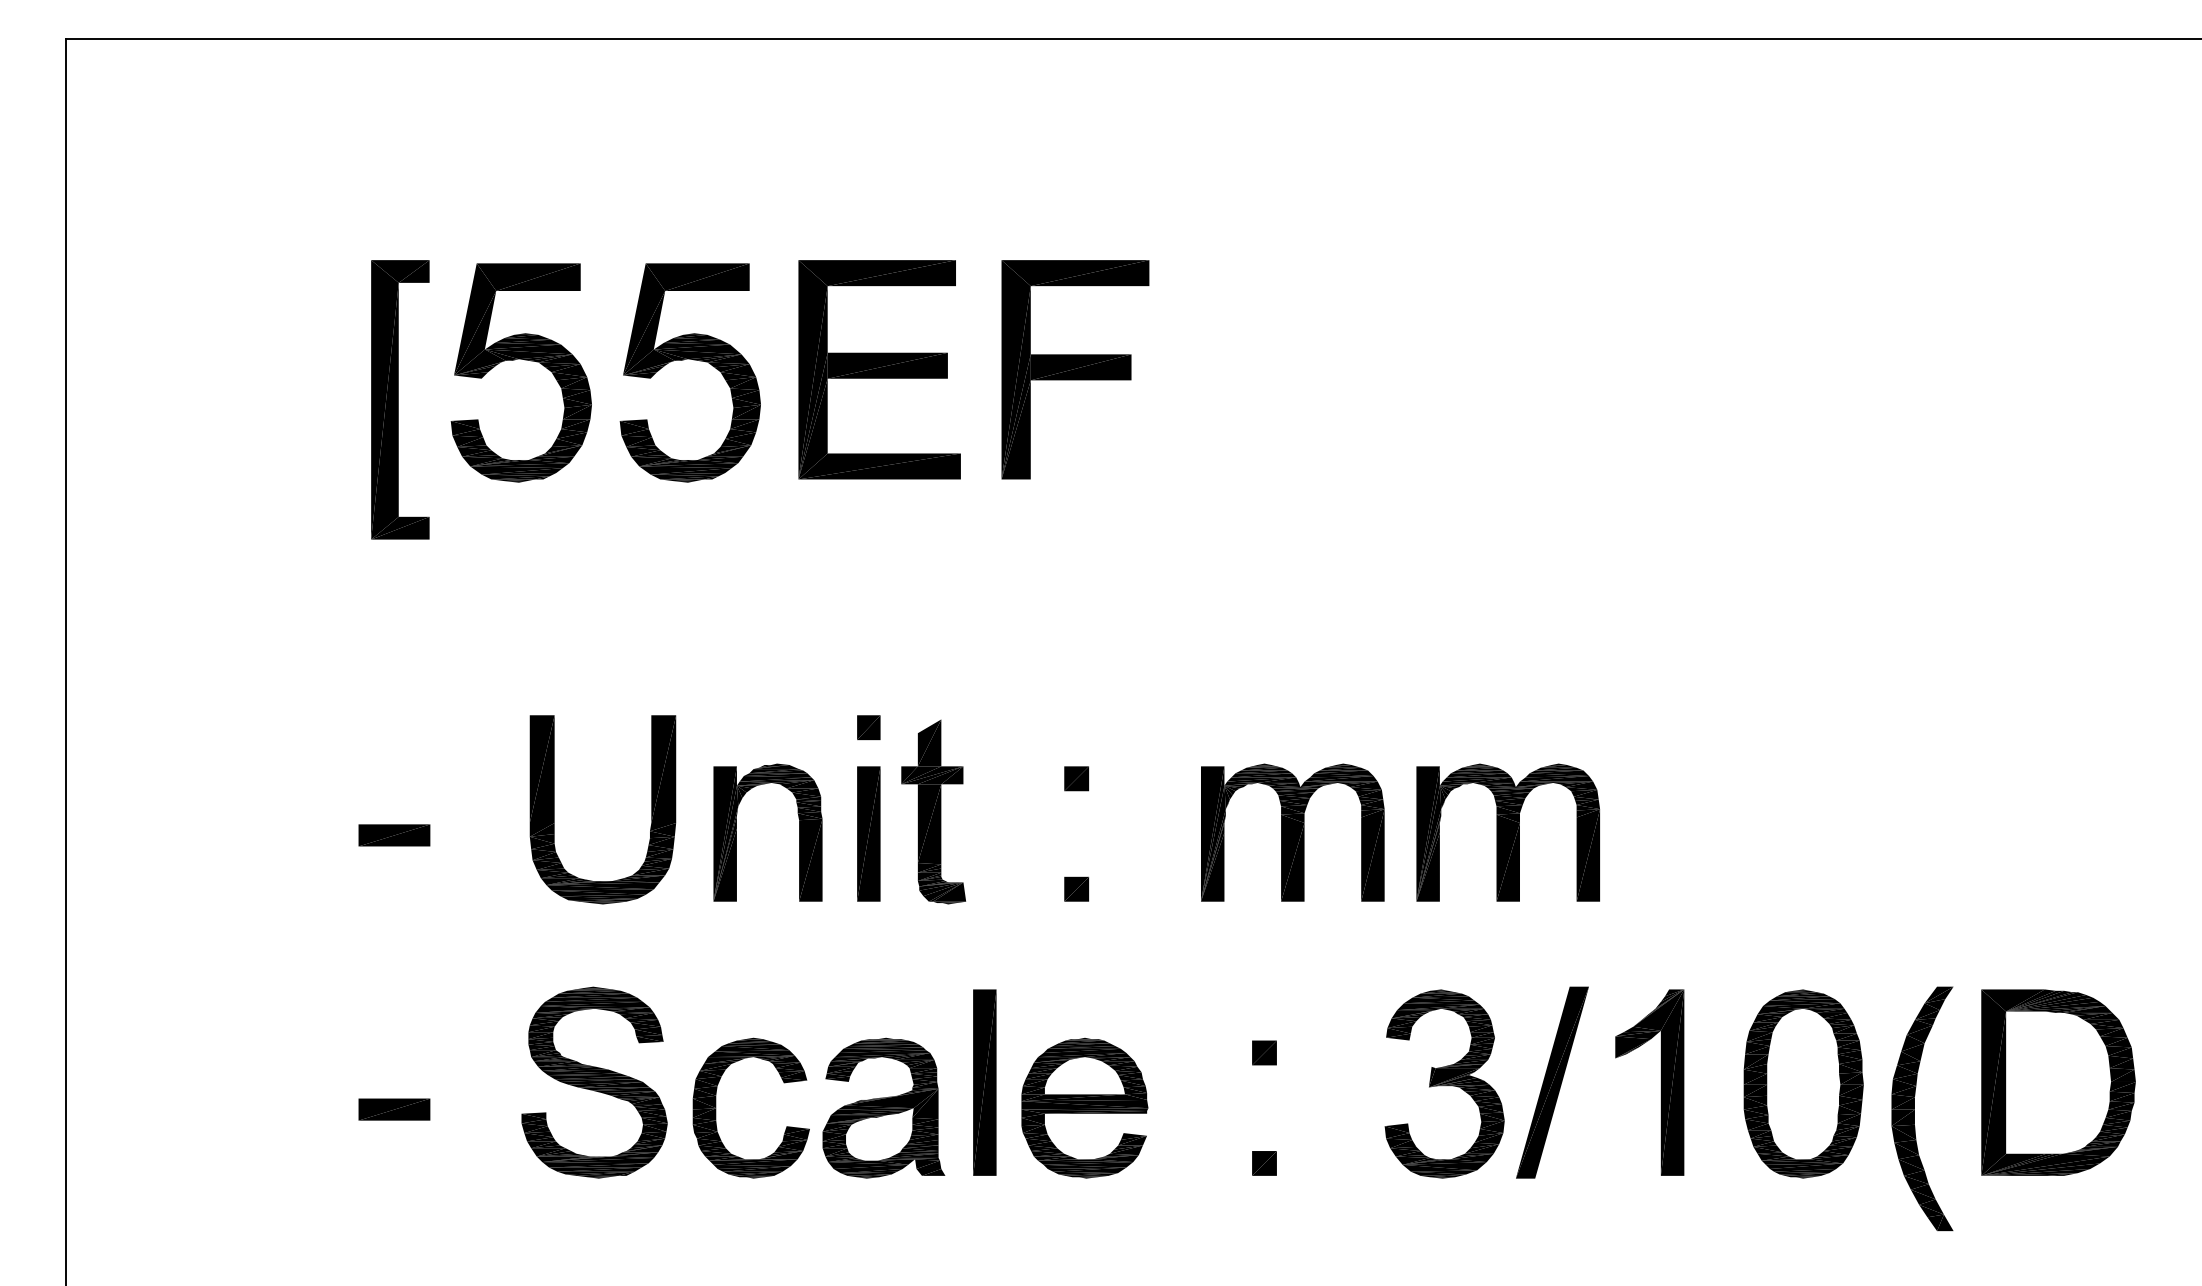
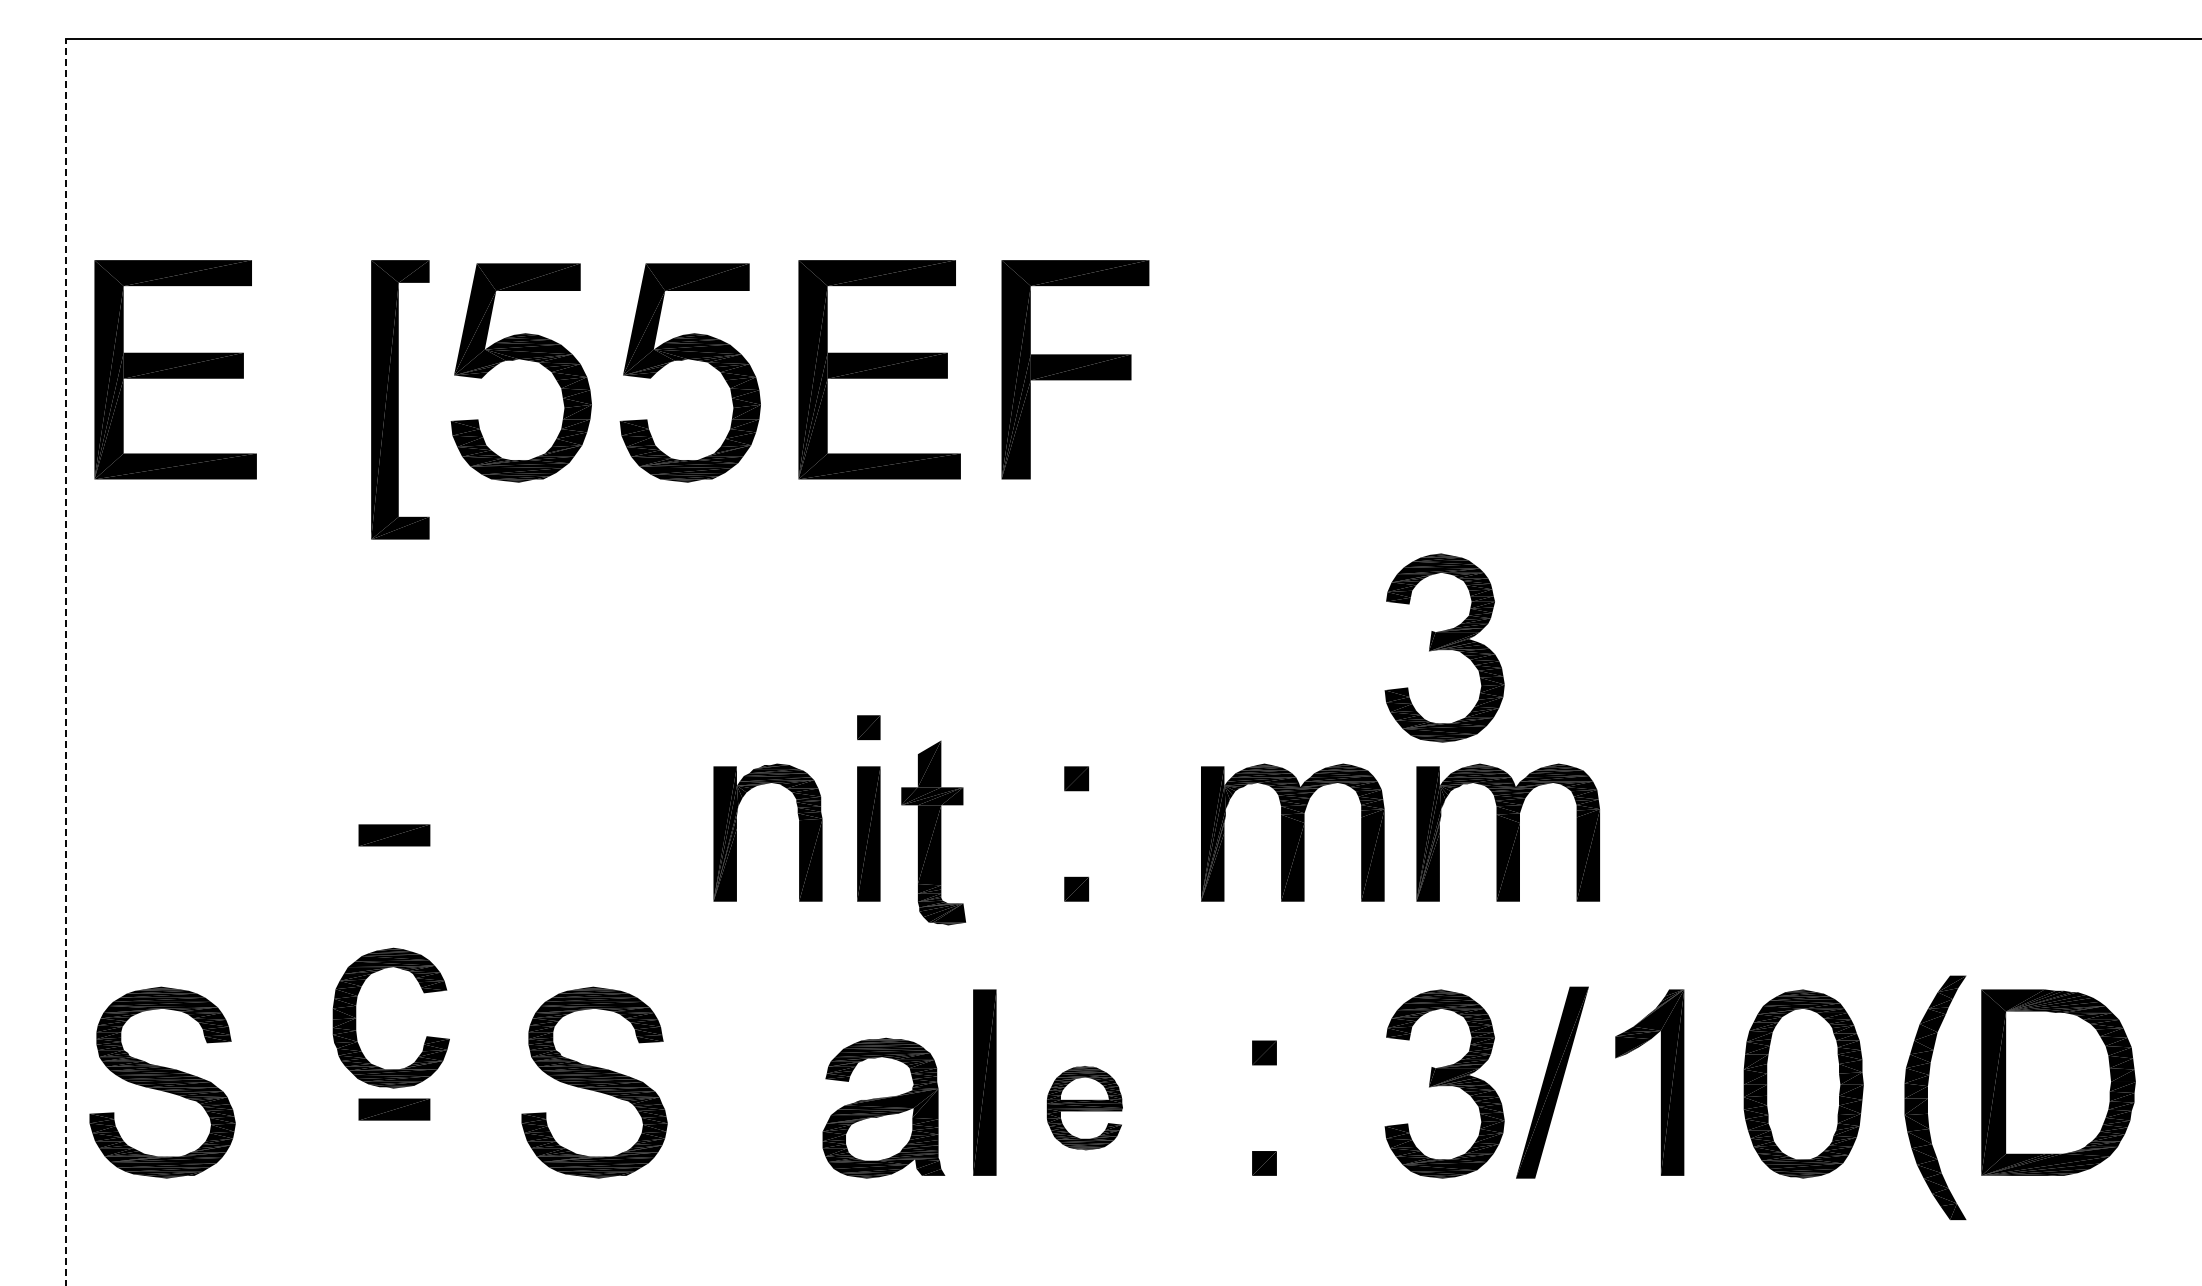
part at (175, 369): none -> present
part at (1444, 647): none -> present
line at (66, 661): solid -> dashed
part at (554, 809): present -> none
part at (933, 811) position: (933, 811) -> (933, 832)
part at (162, 1082): none -> present
part at (716, 1107) position: (716, 1107) -> (356, 1017)
part at (1084, 1107) size: 128x142 px -> 77x85 px
part at (1914, 1108) position: (1914, 1108) -> (1927, 1097)
